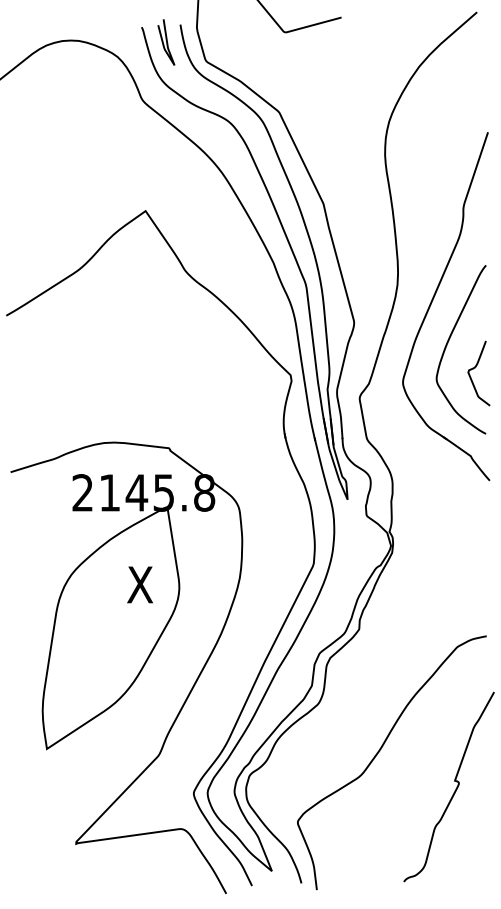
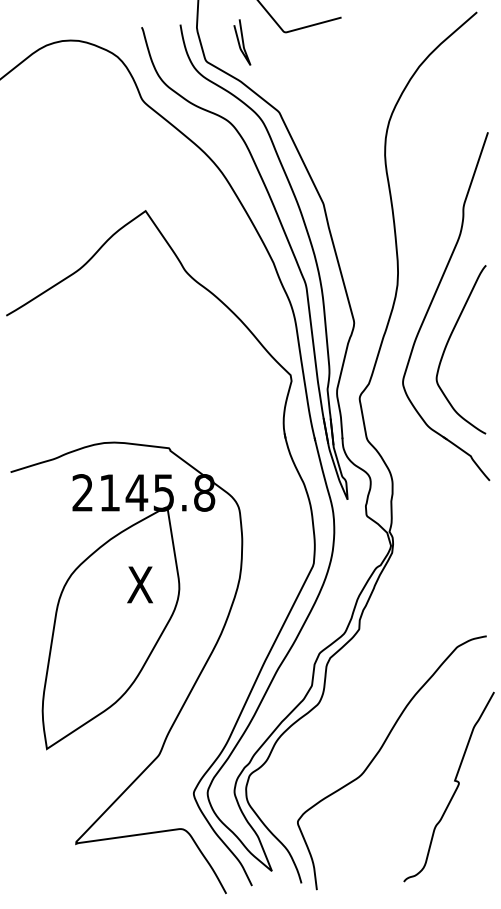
curve at (166, 42) position: (166, 42) -> (242, 42)
curve at (475, 368): present -> none
